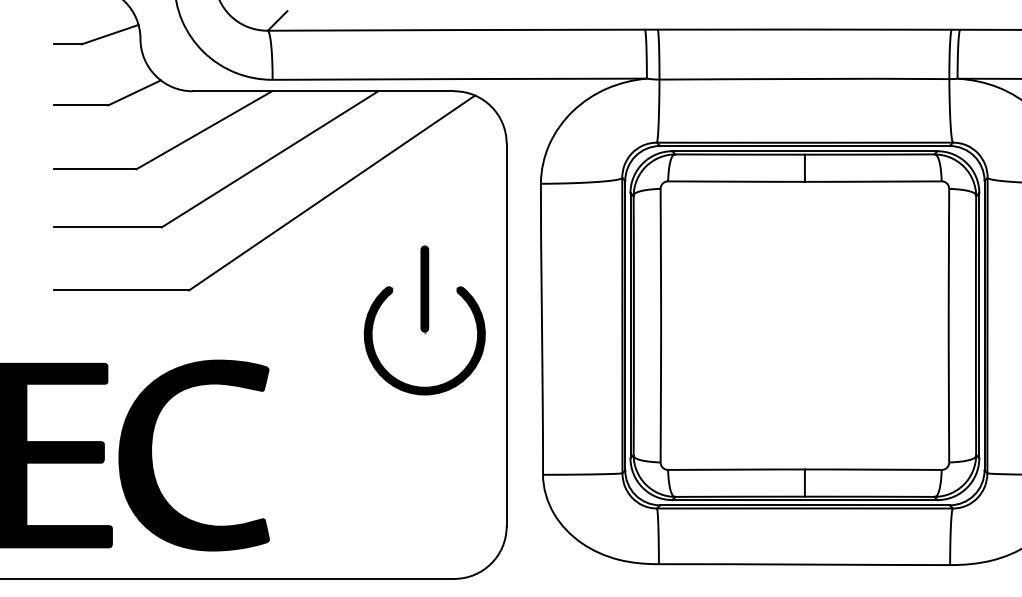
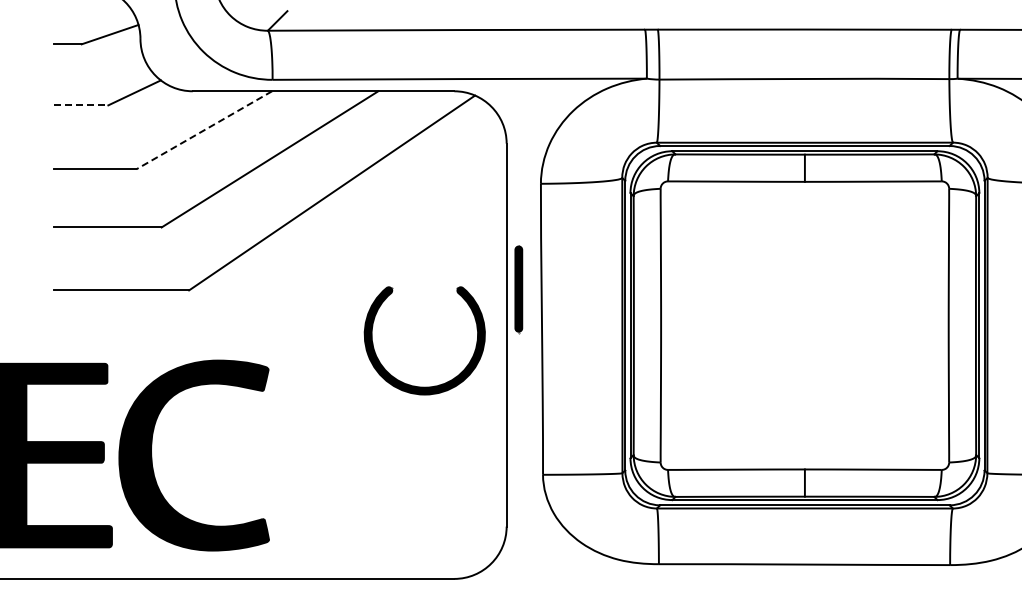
line at (81, 105): solid -> dashed
line at (203, 130): solid -> dashed
part at (424, 289) position: (424, 289) -> (518, 289)
